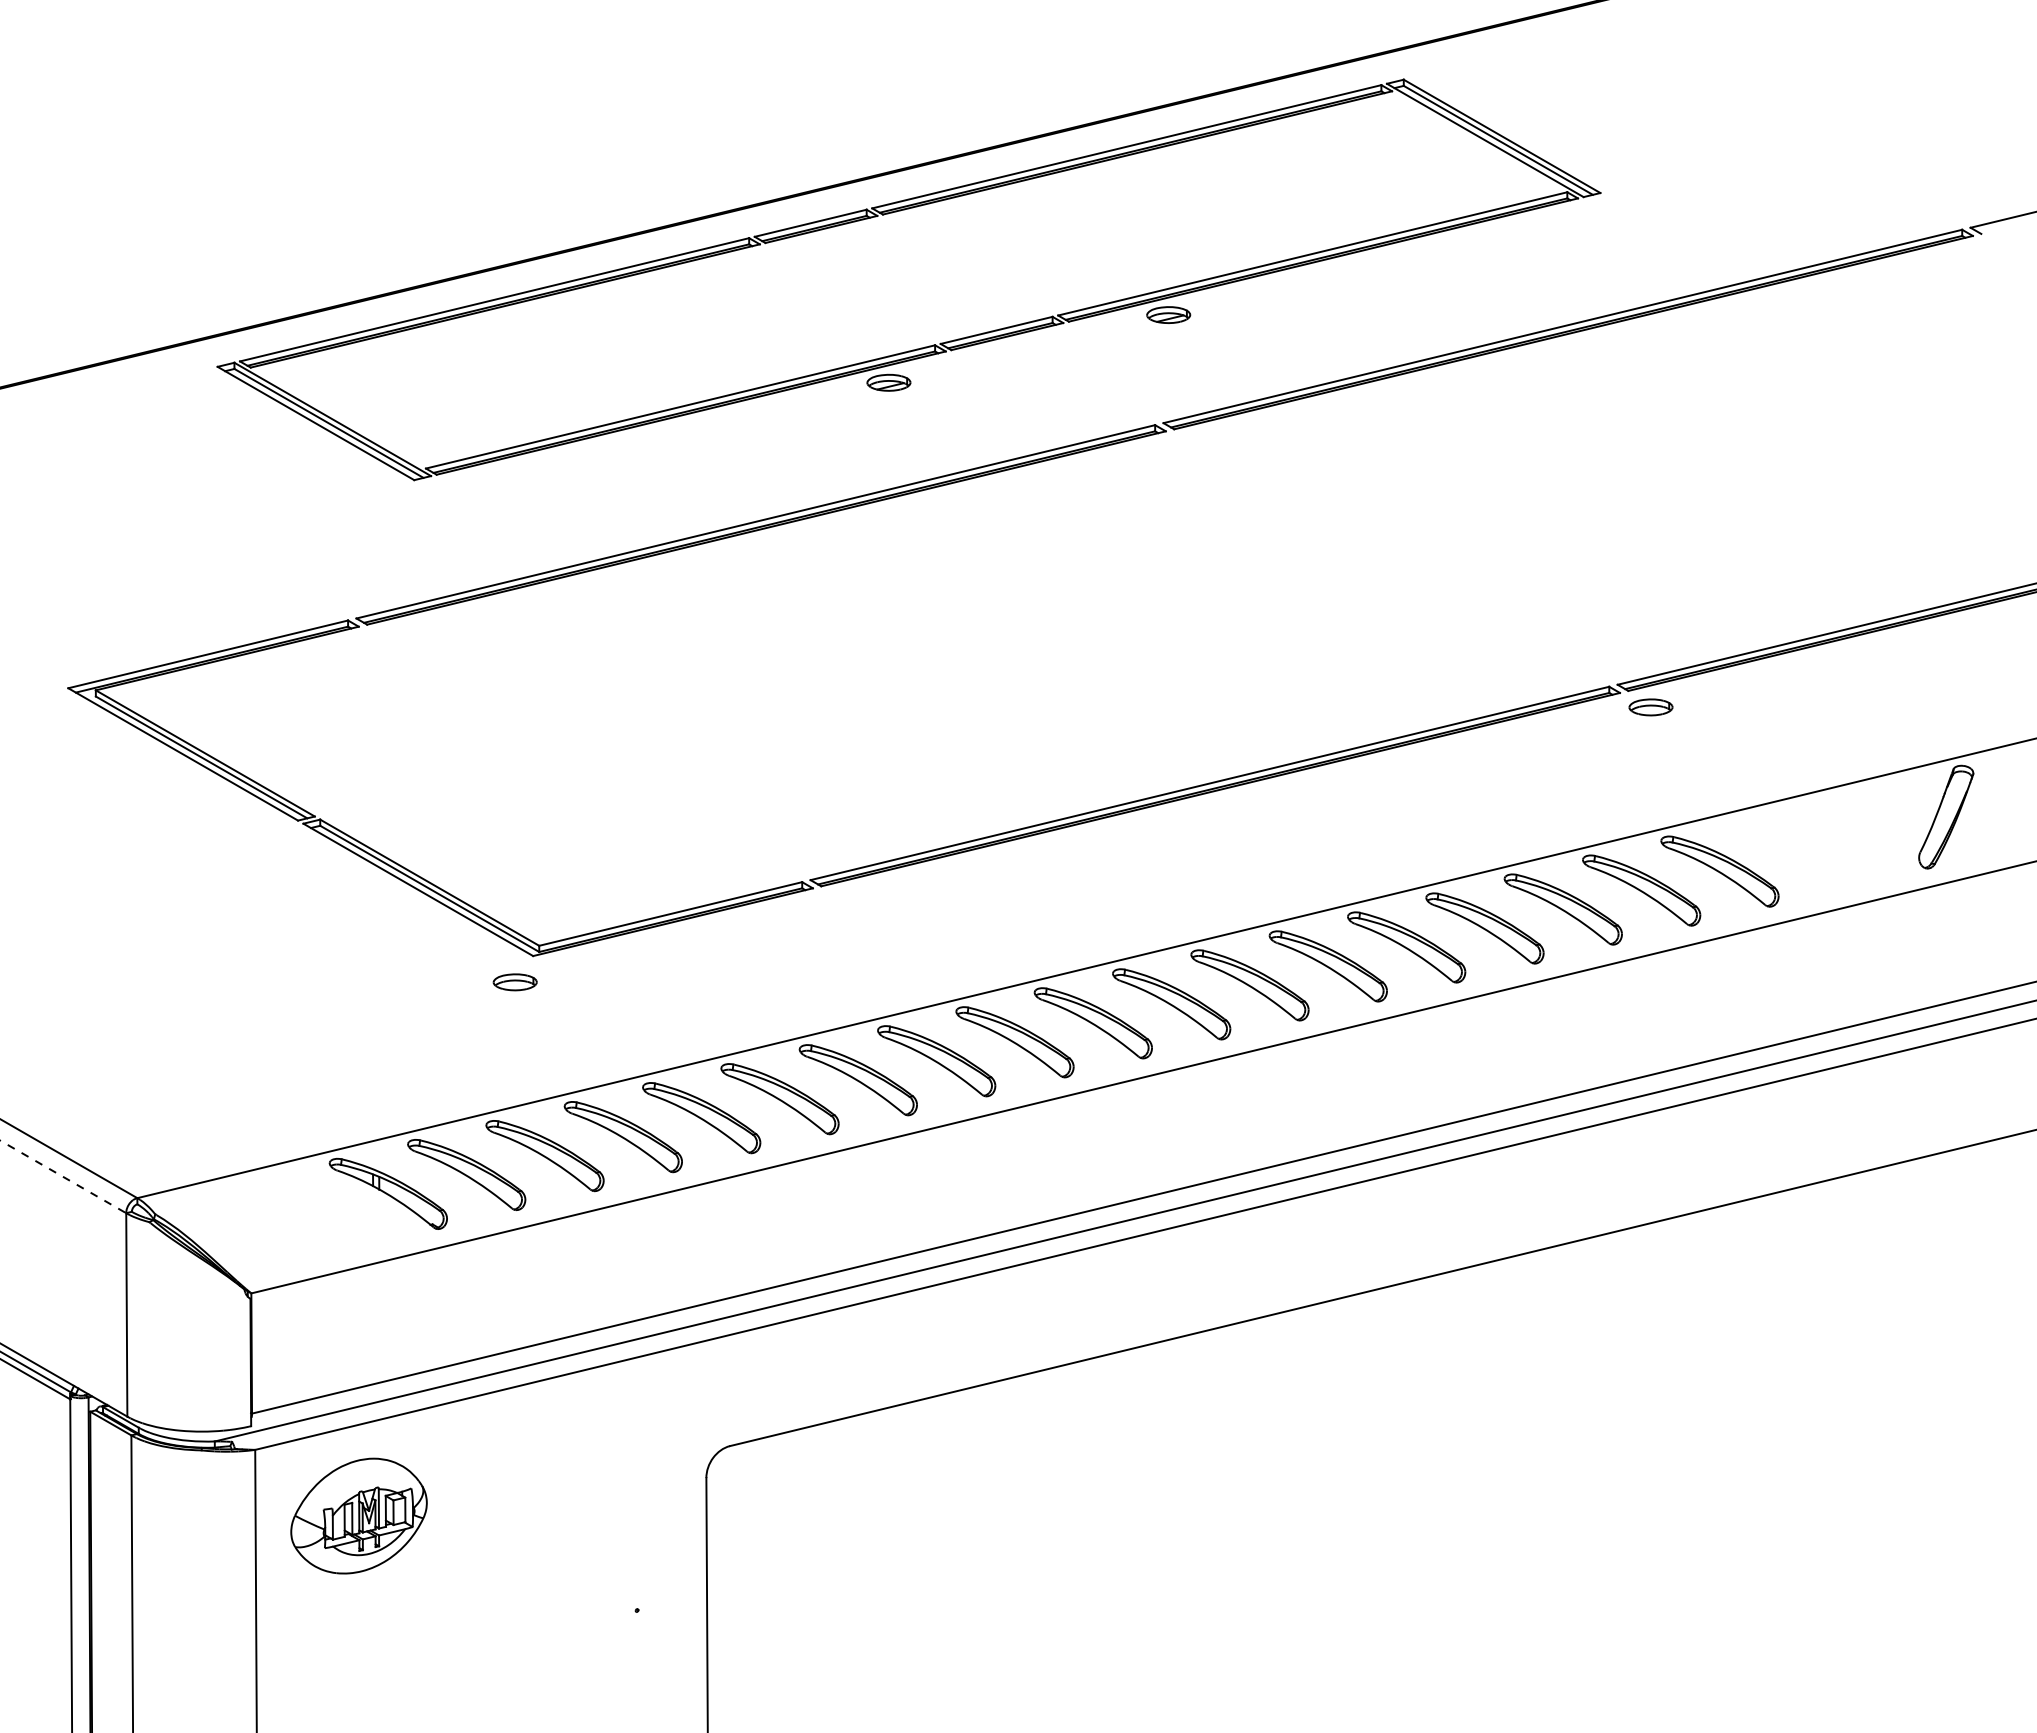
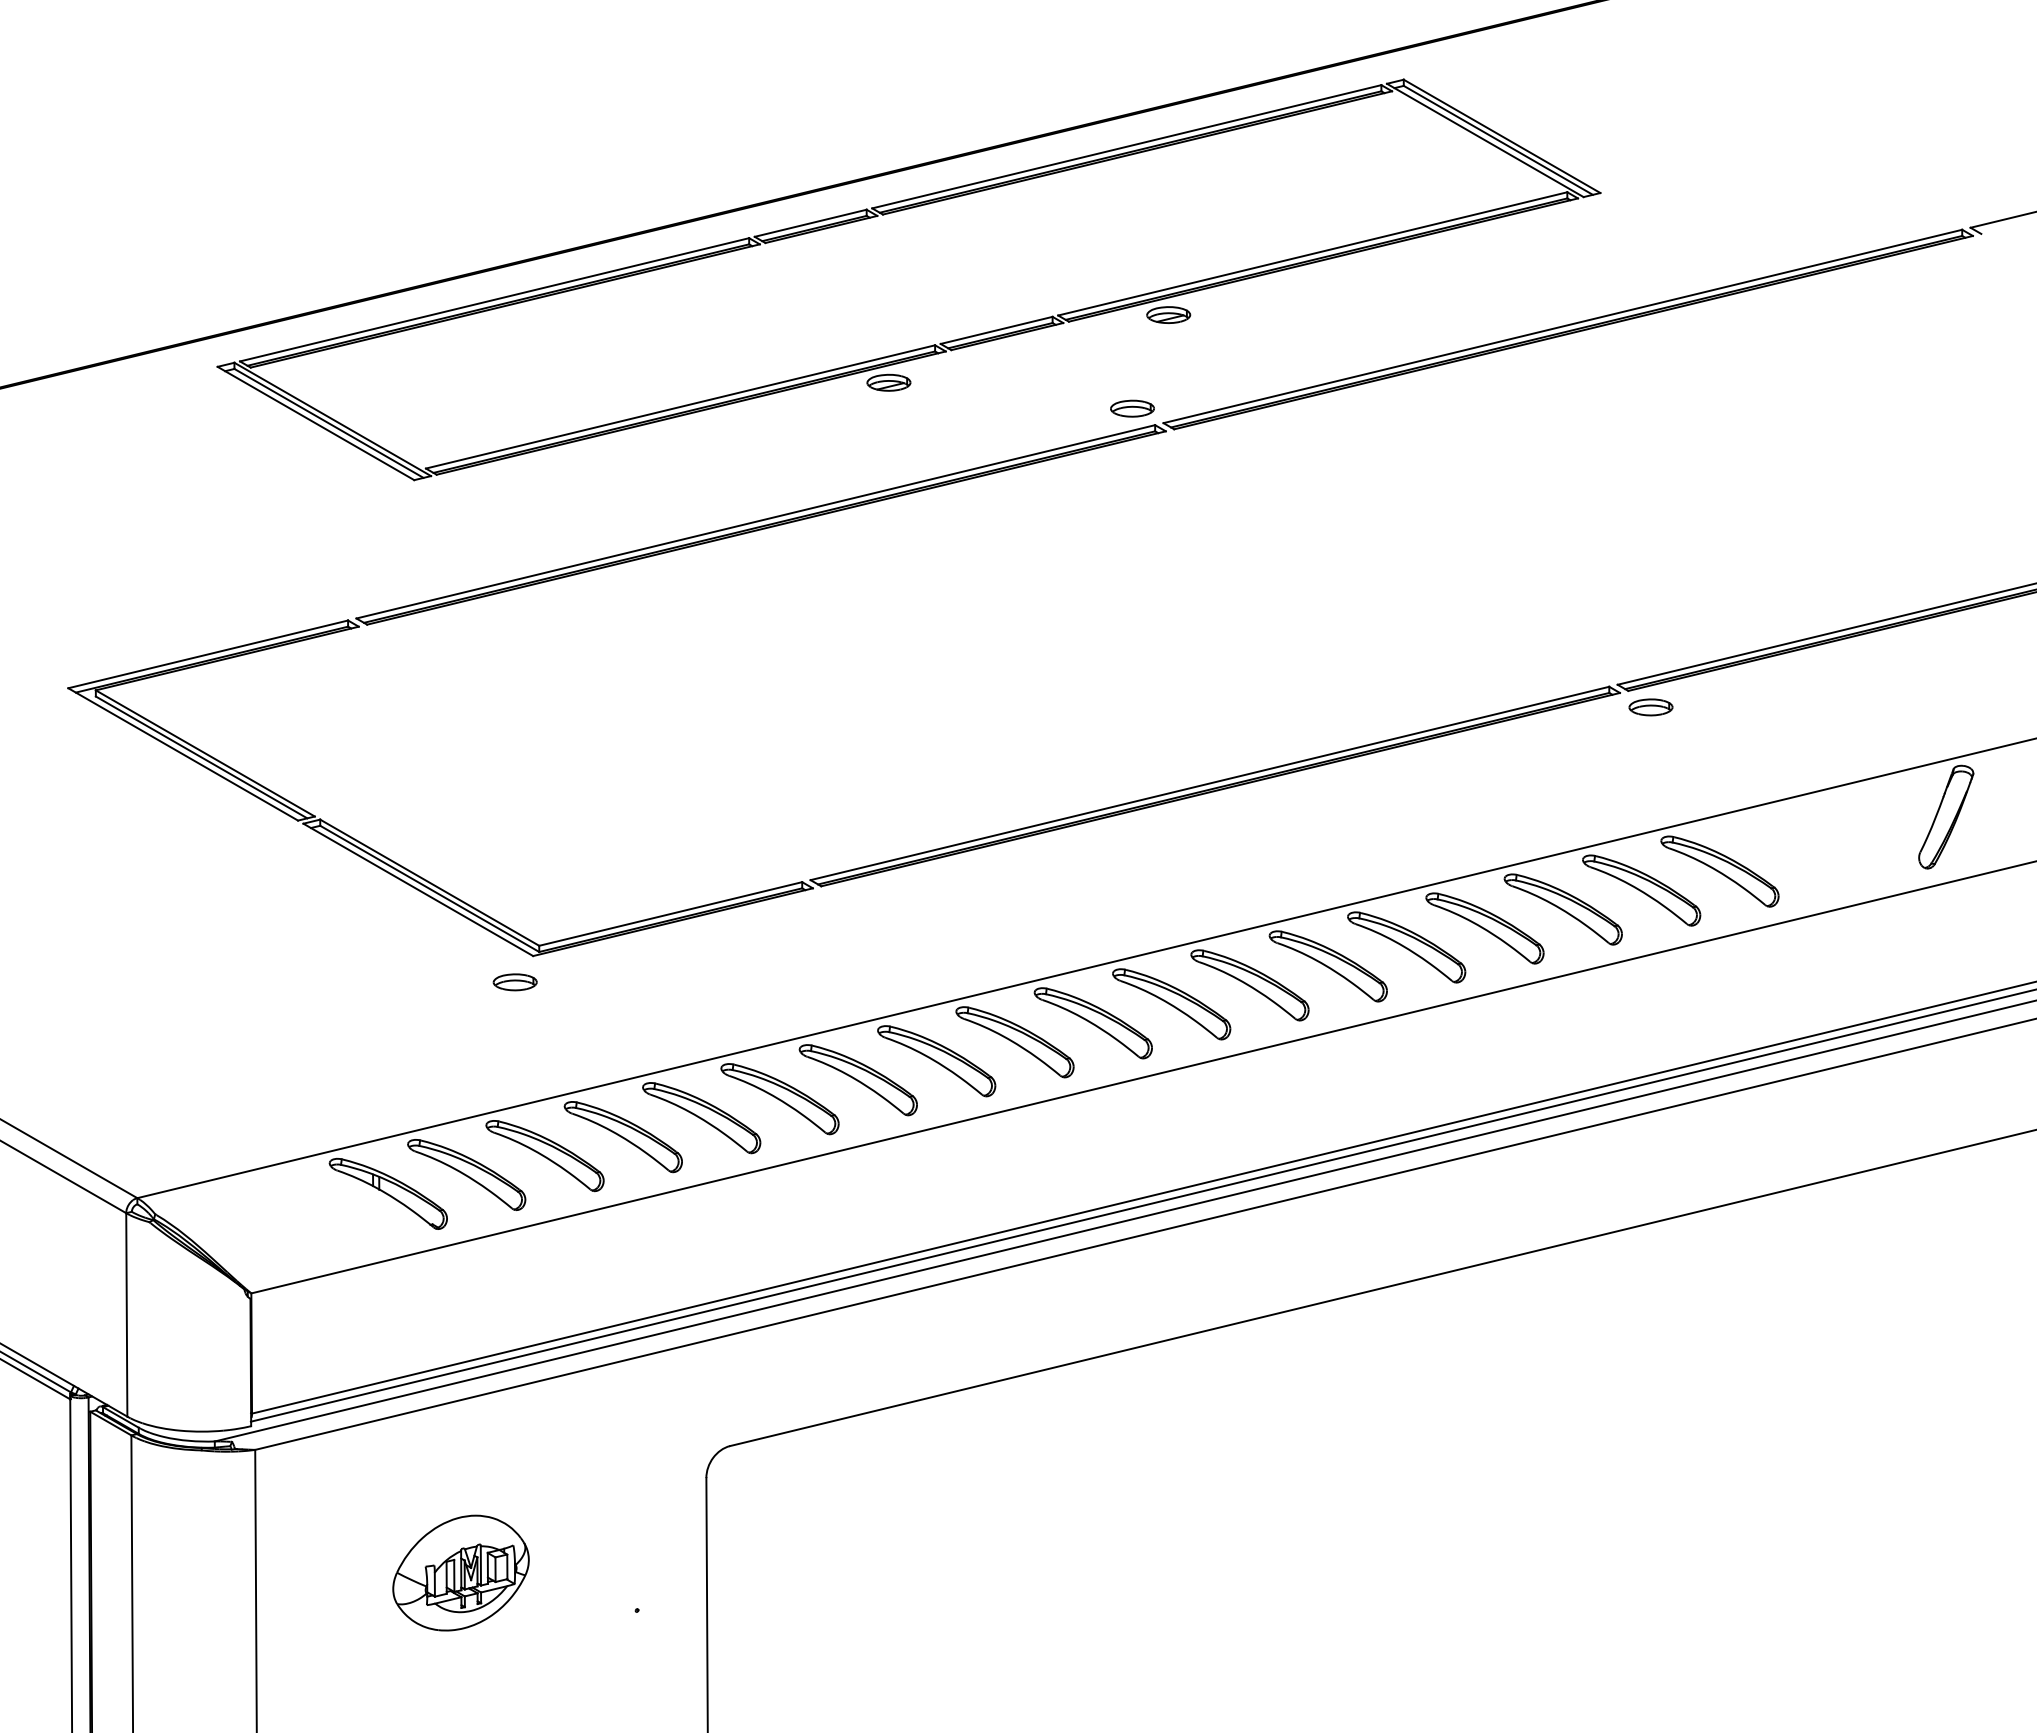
part at (1132, 408): none -> present
line at (63, 1177): dashed -> solid
line at (1141, 1205): none -> present
part at (358, 1515) position: (358, 1515) -> (460, 1572)
